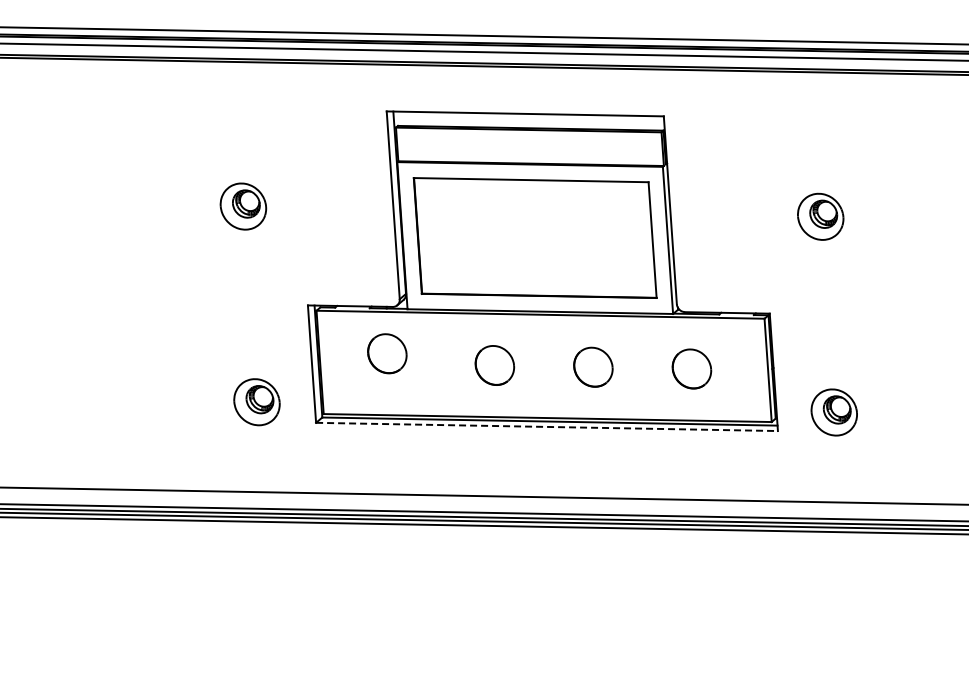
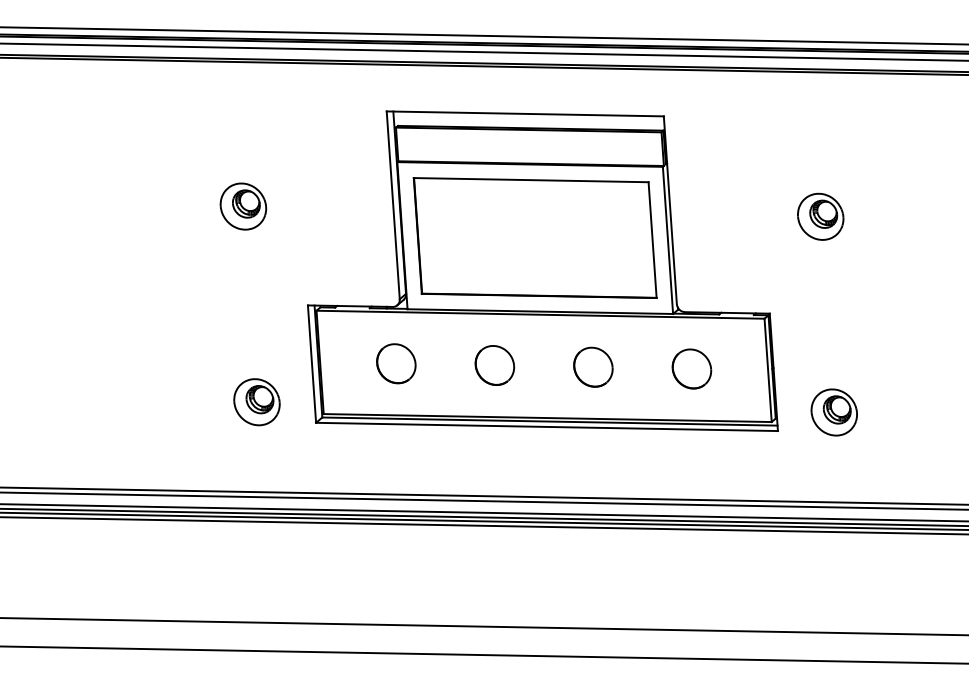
part at (387, 353) position: (387, 353) -> (396, 363)
line at (547, 426): dashed -> solid
line at (483, 500): none -> present
line at (483, 626): none -> present
line at (483, 654): none -> present
